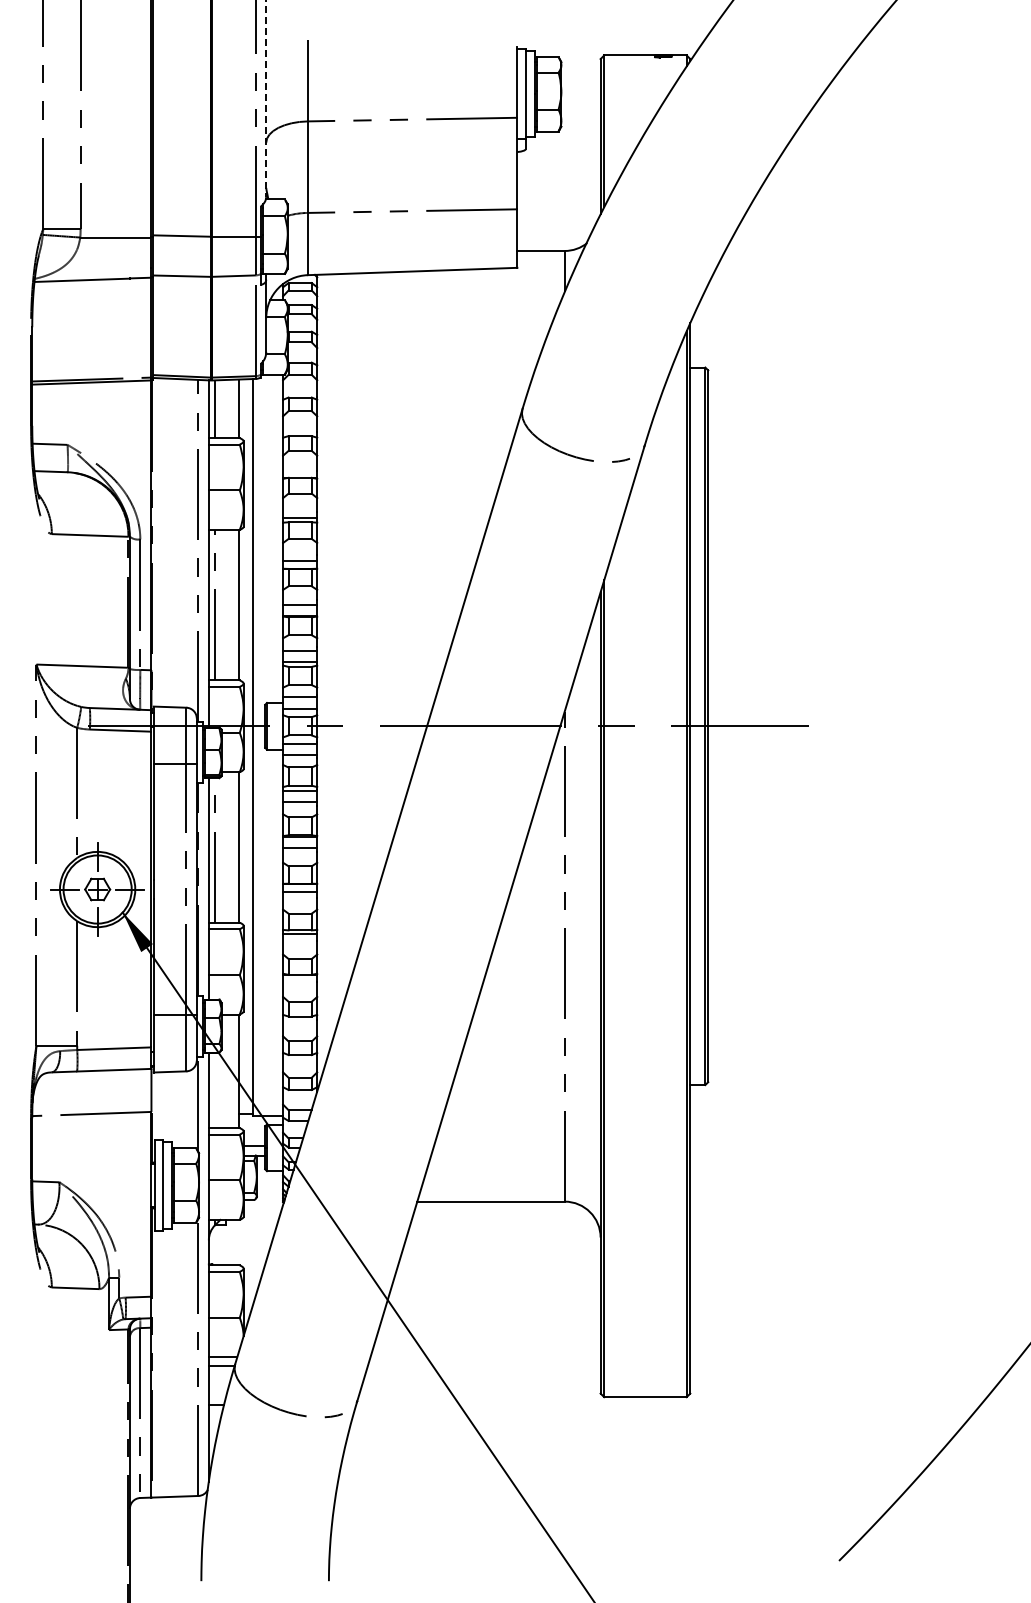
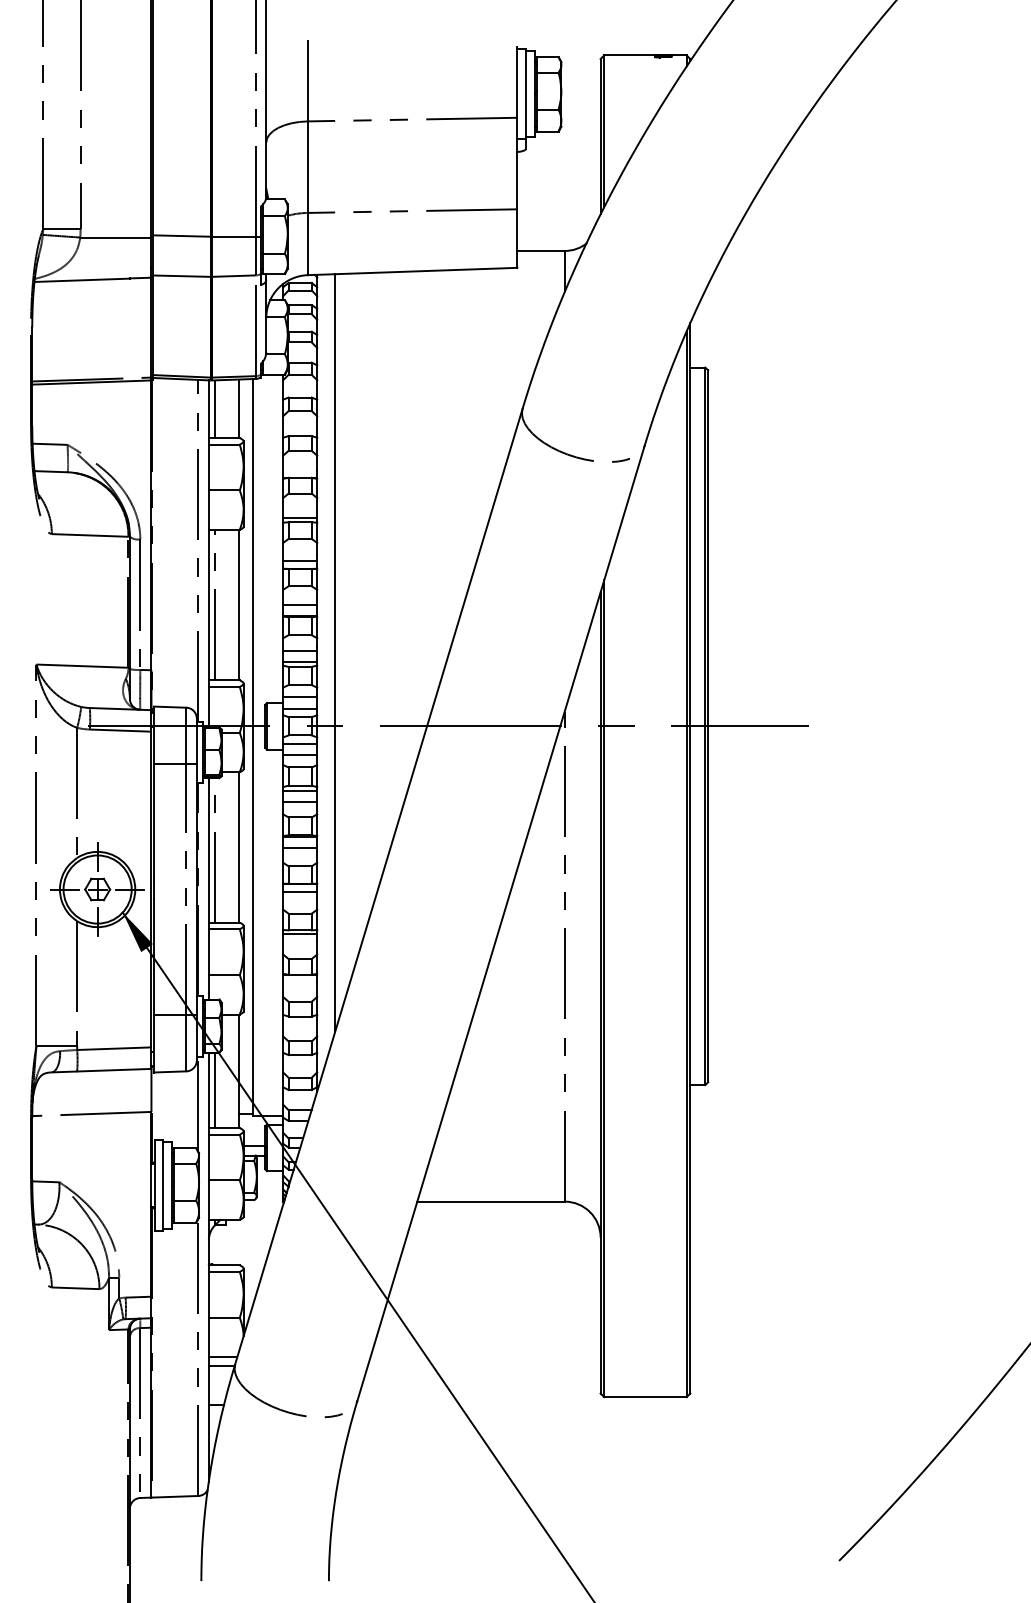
line at (266, 99): dashed -> solid
line at (335, 652): none -> present
line at (215, 1090): none -> present
